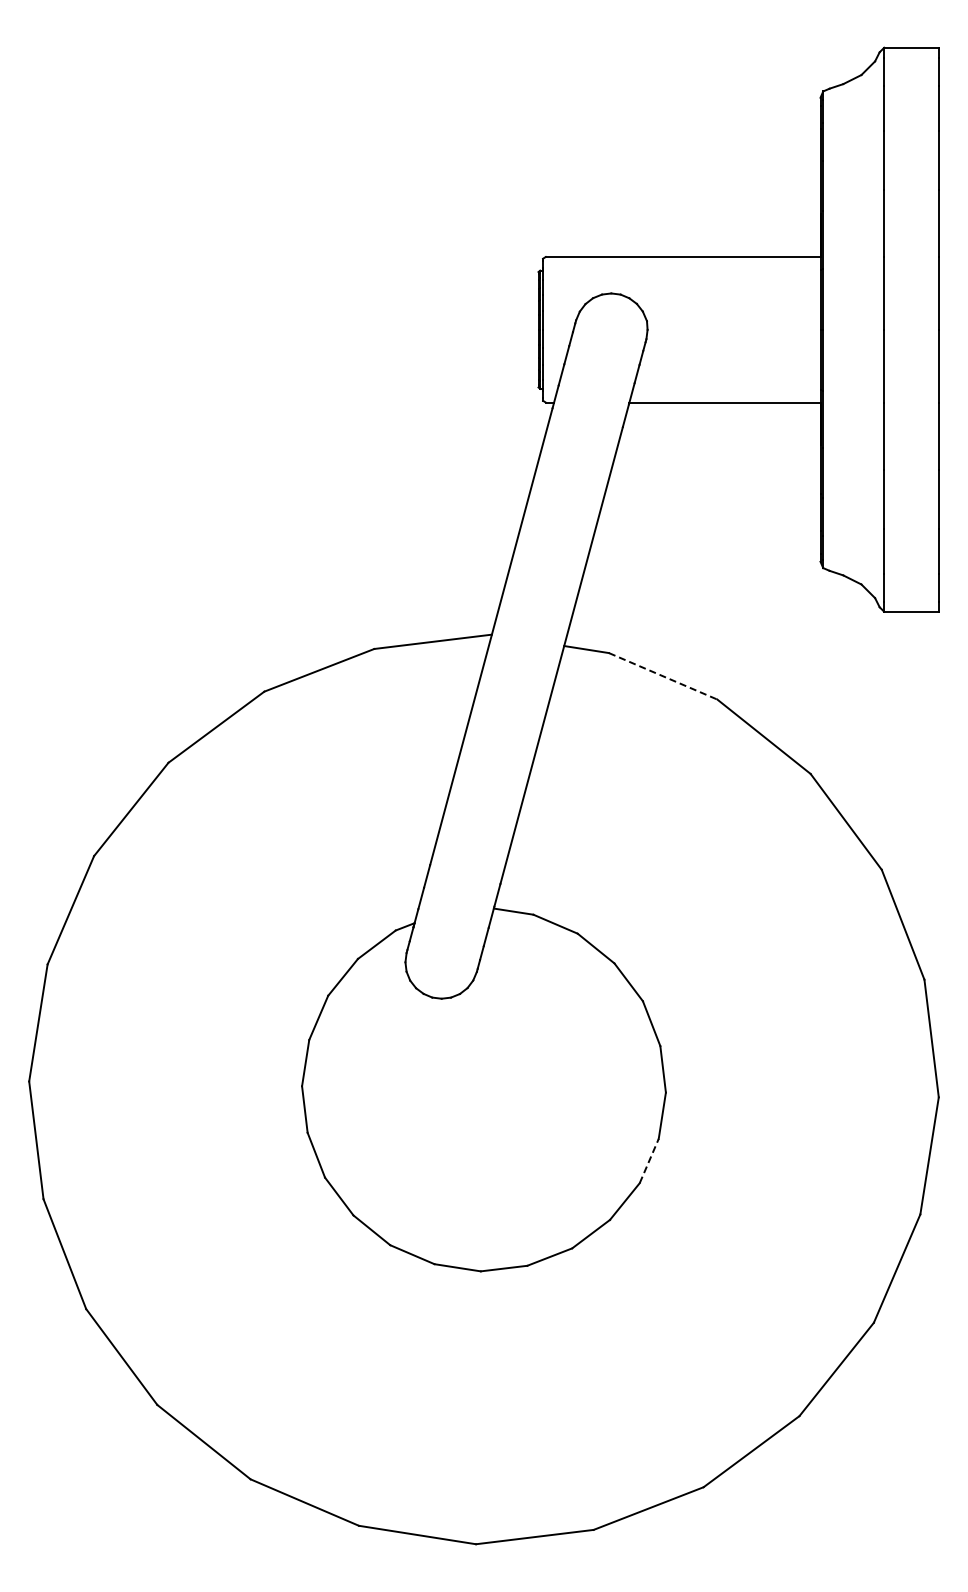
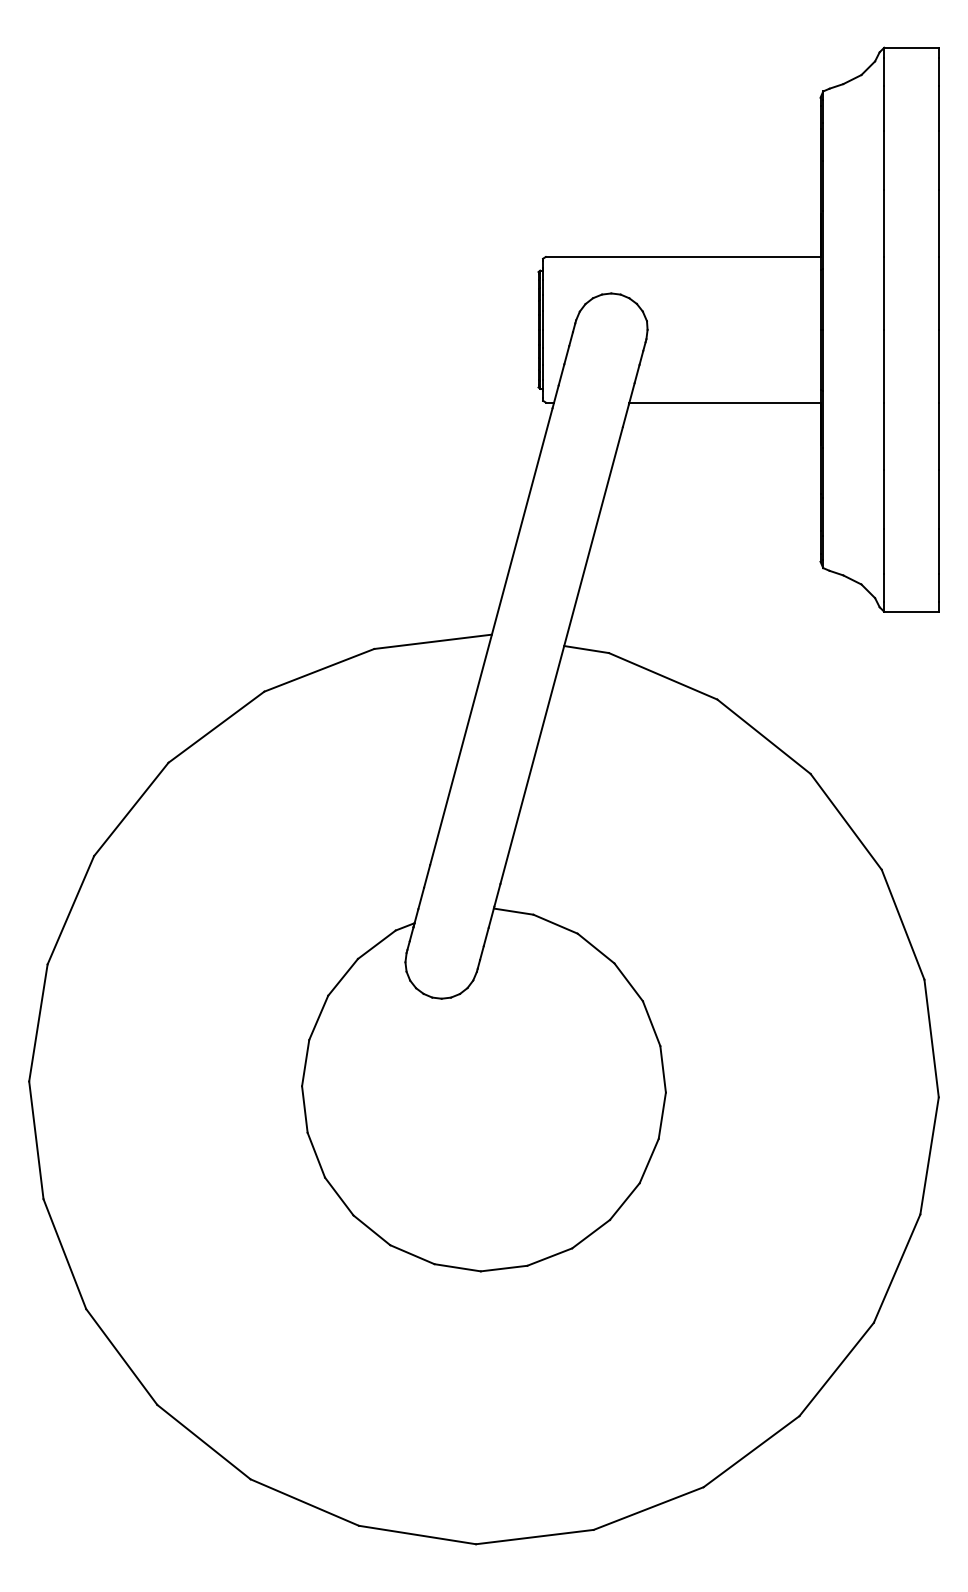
line at (663, 676): dashed -> solid
line at (649, 1160): dashed -> solid
